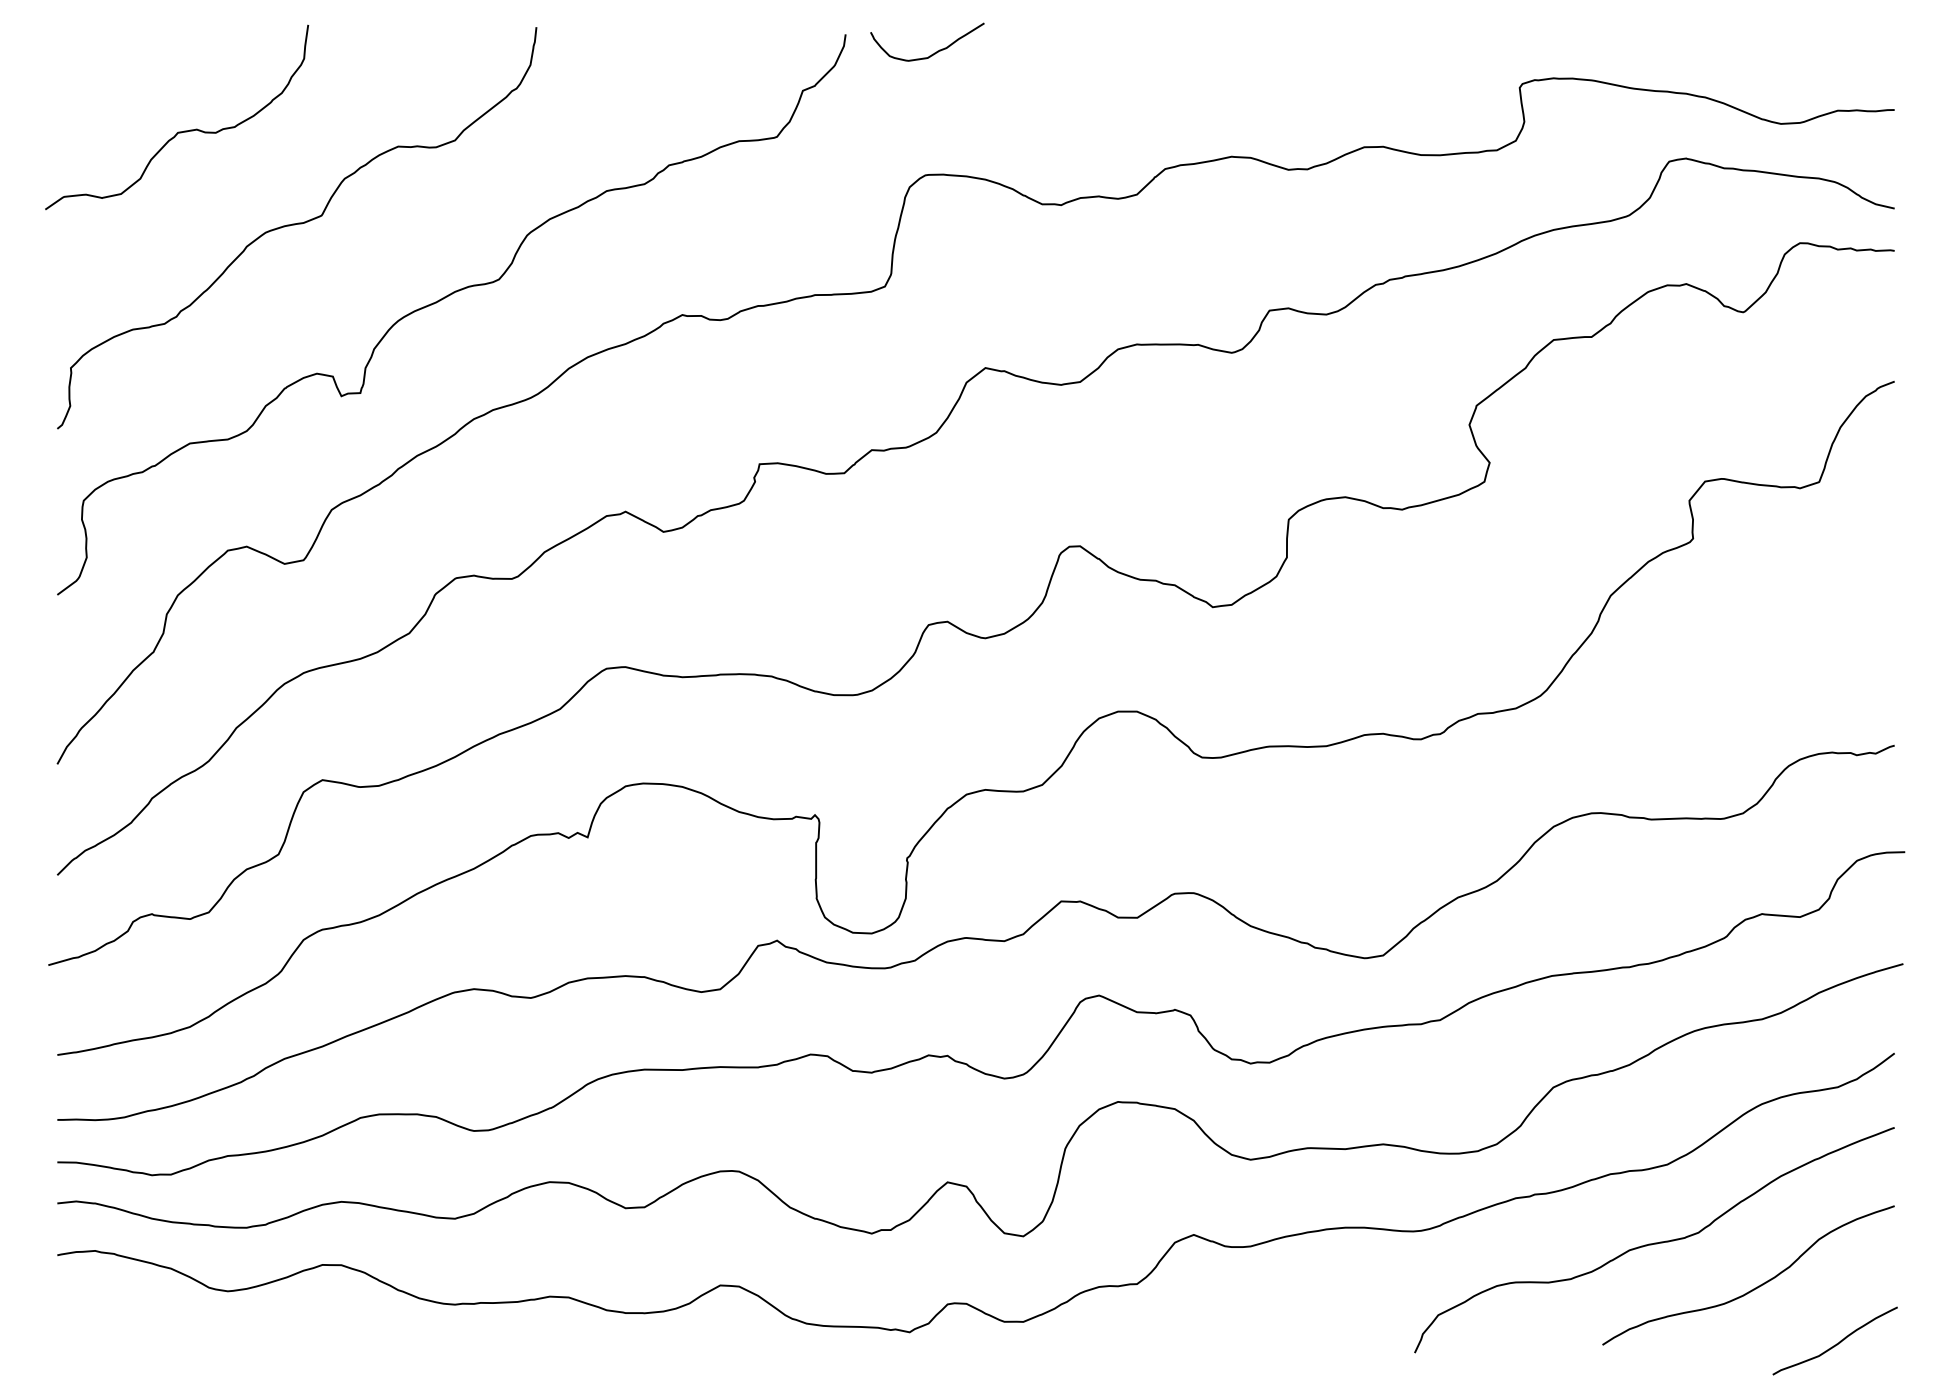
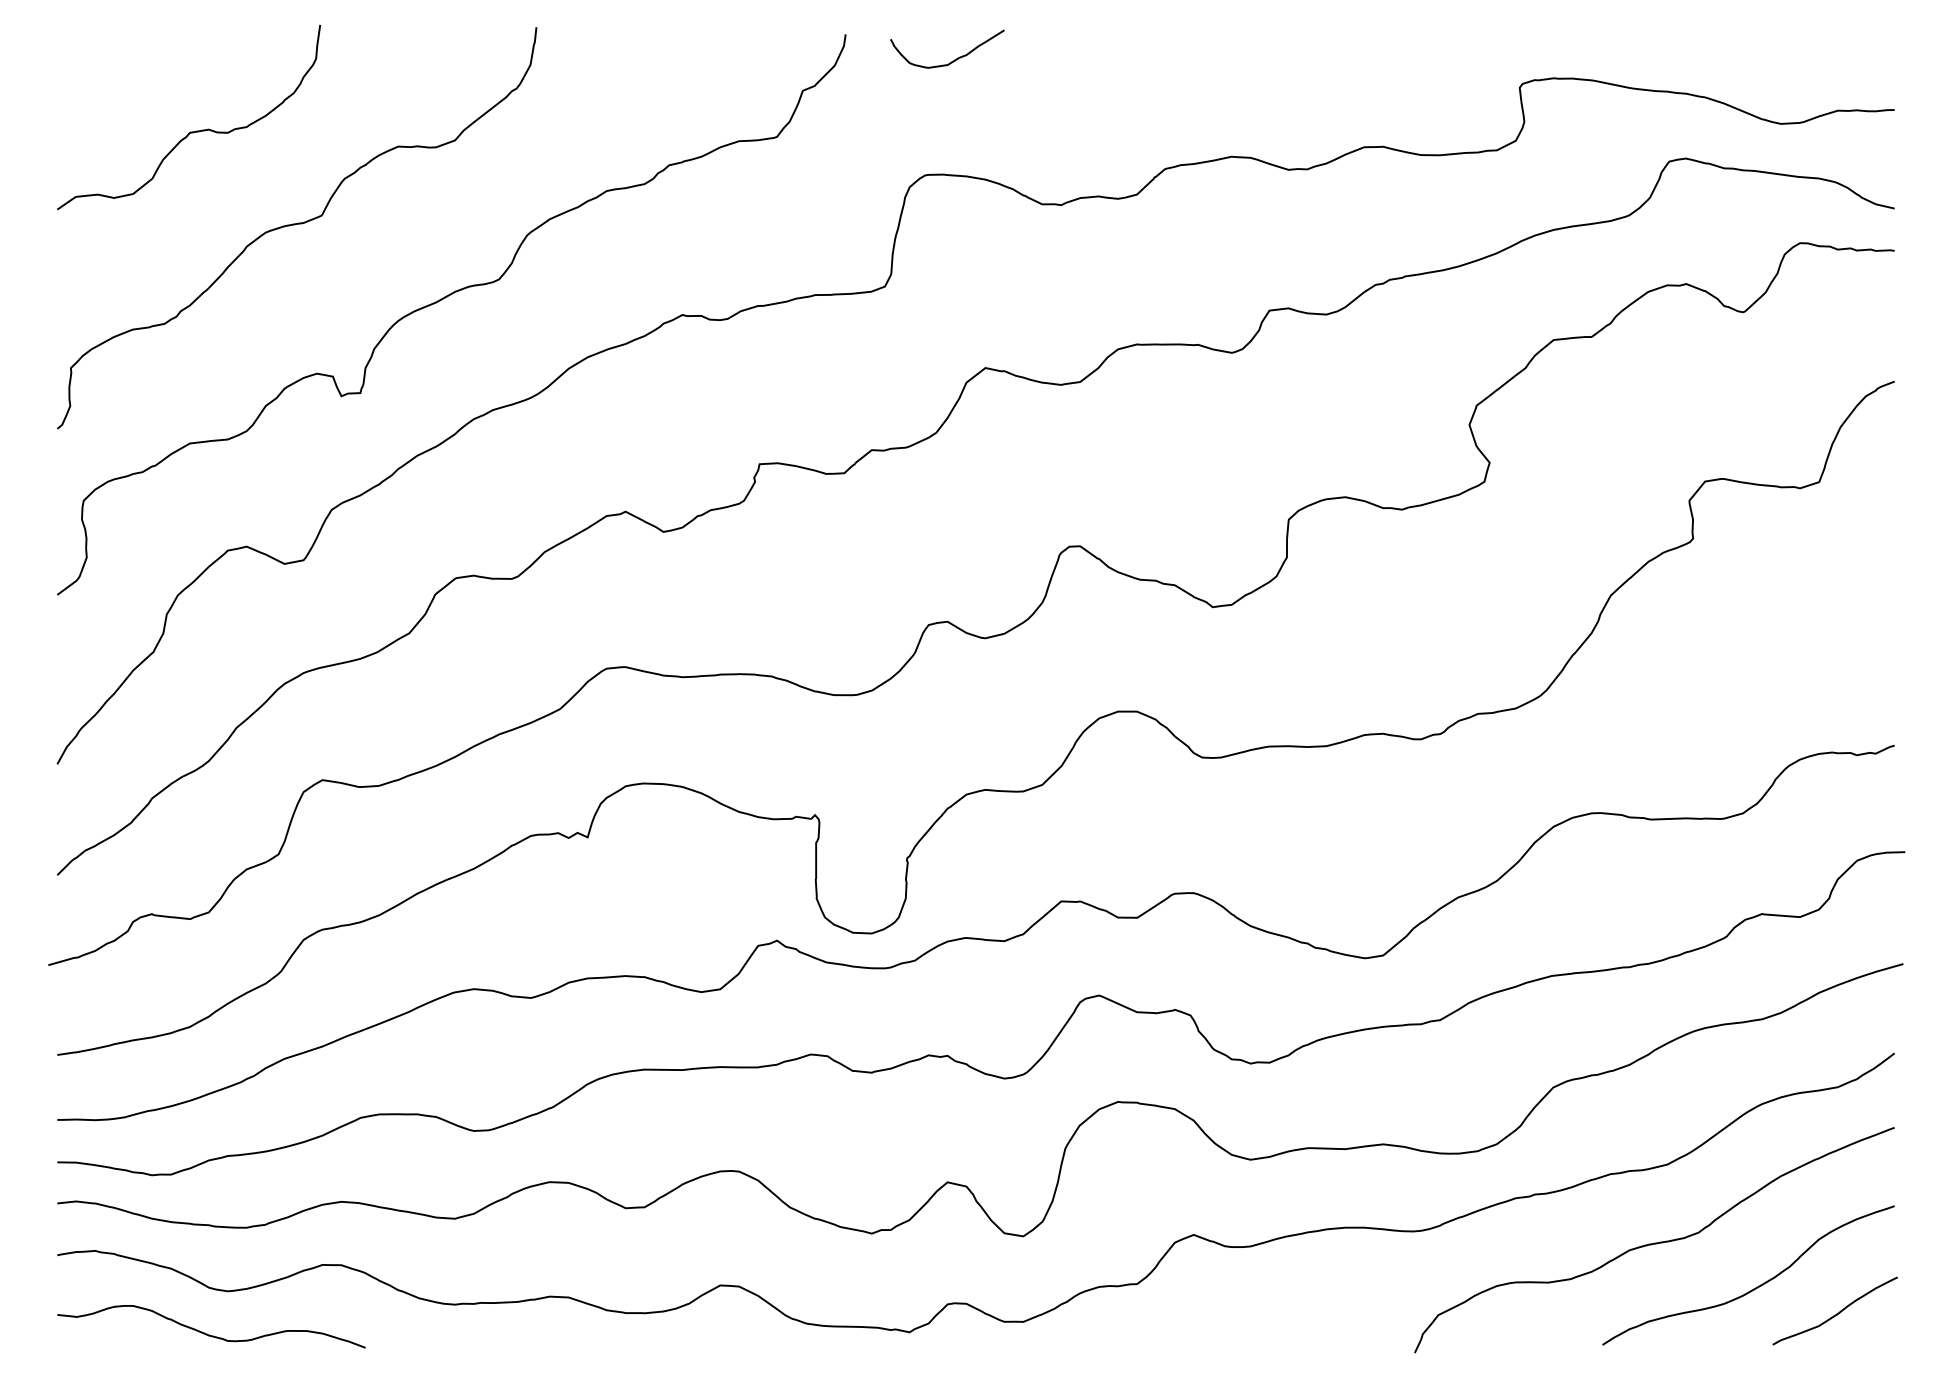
curve at (934, 52) position: (934, 52) -> (954, 59)
curve at (178, 131) position: (178, 131) -> (190, 131)
curve at (207, 1333): none -> present
curve at (1836, 1343) position: (1836, 1343) -> (1836, 1313)
